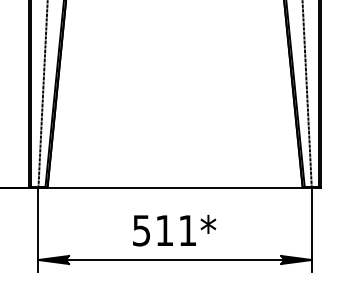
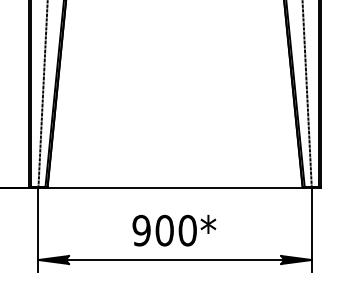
text at (164, 230): 511* -> 900*
